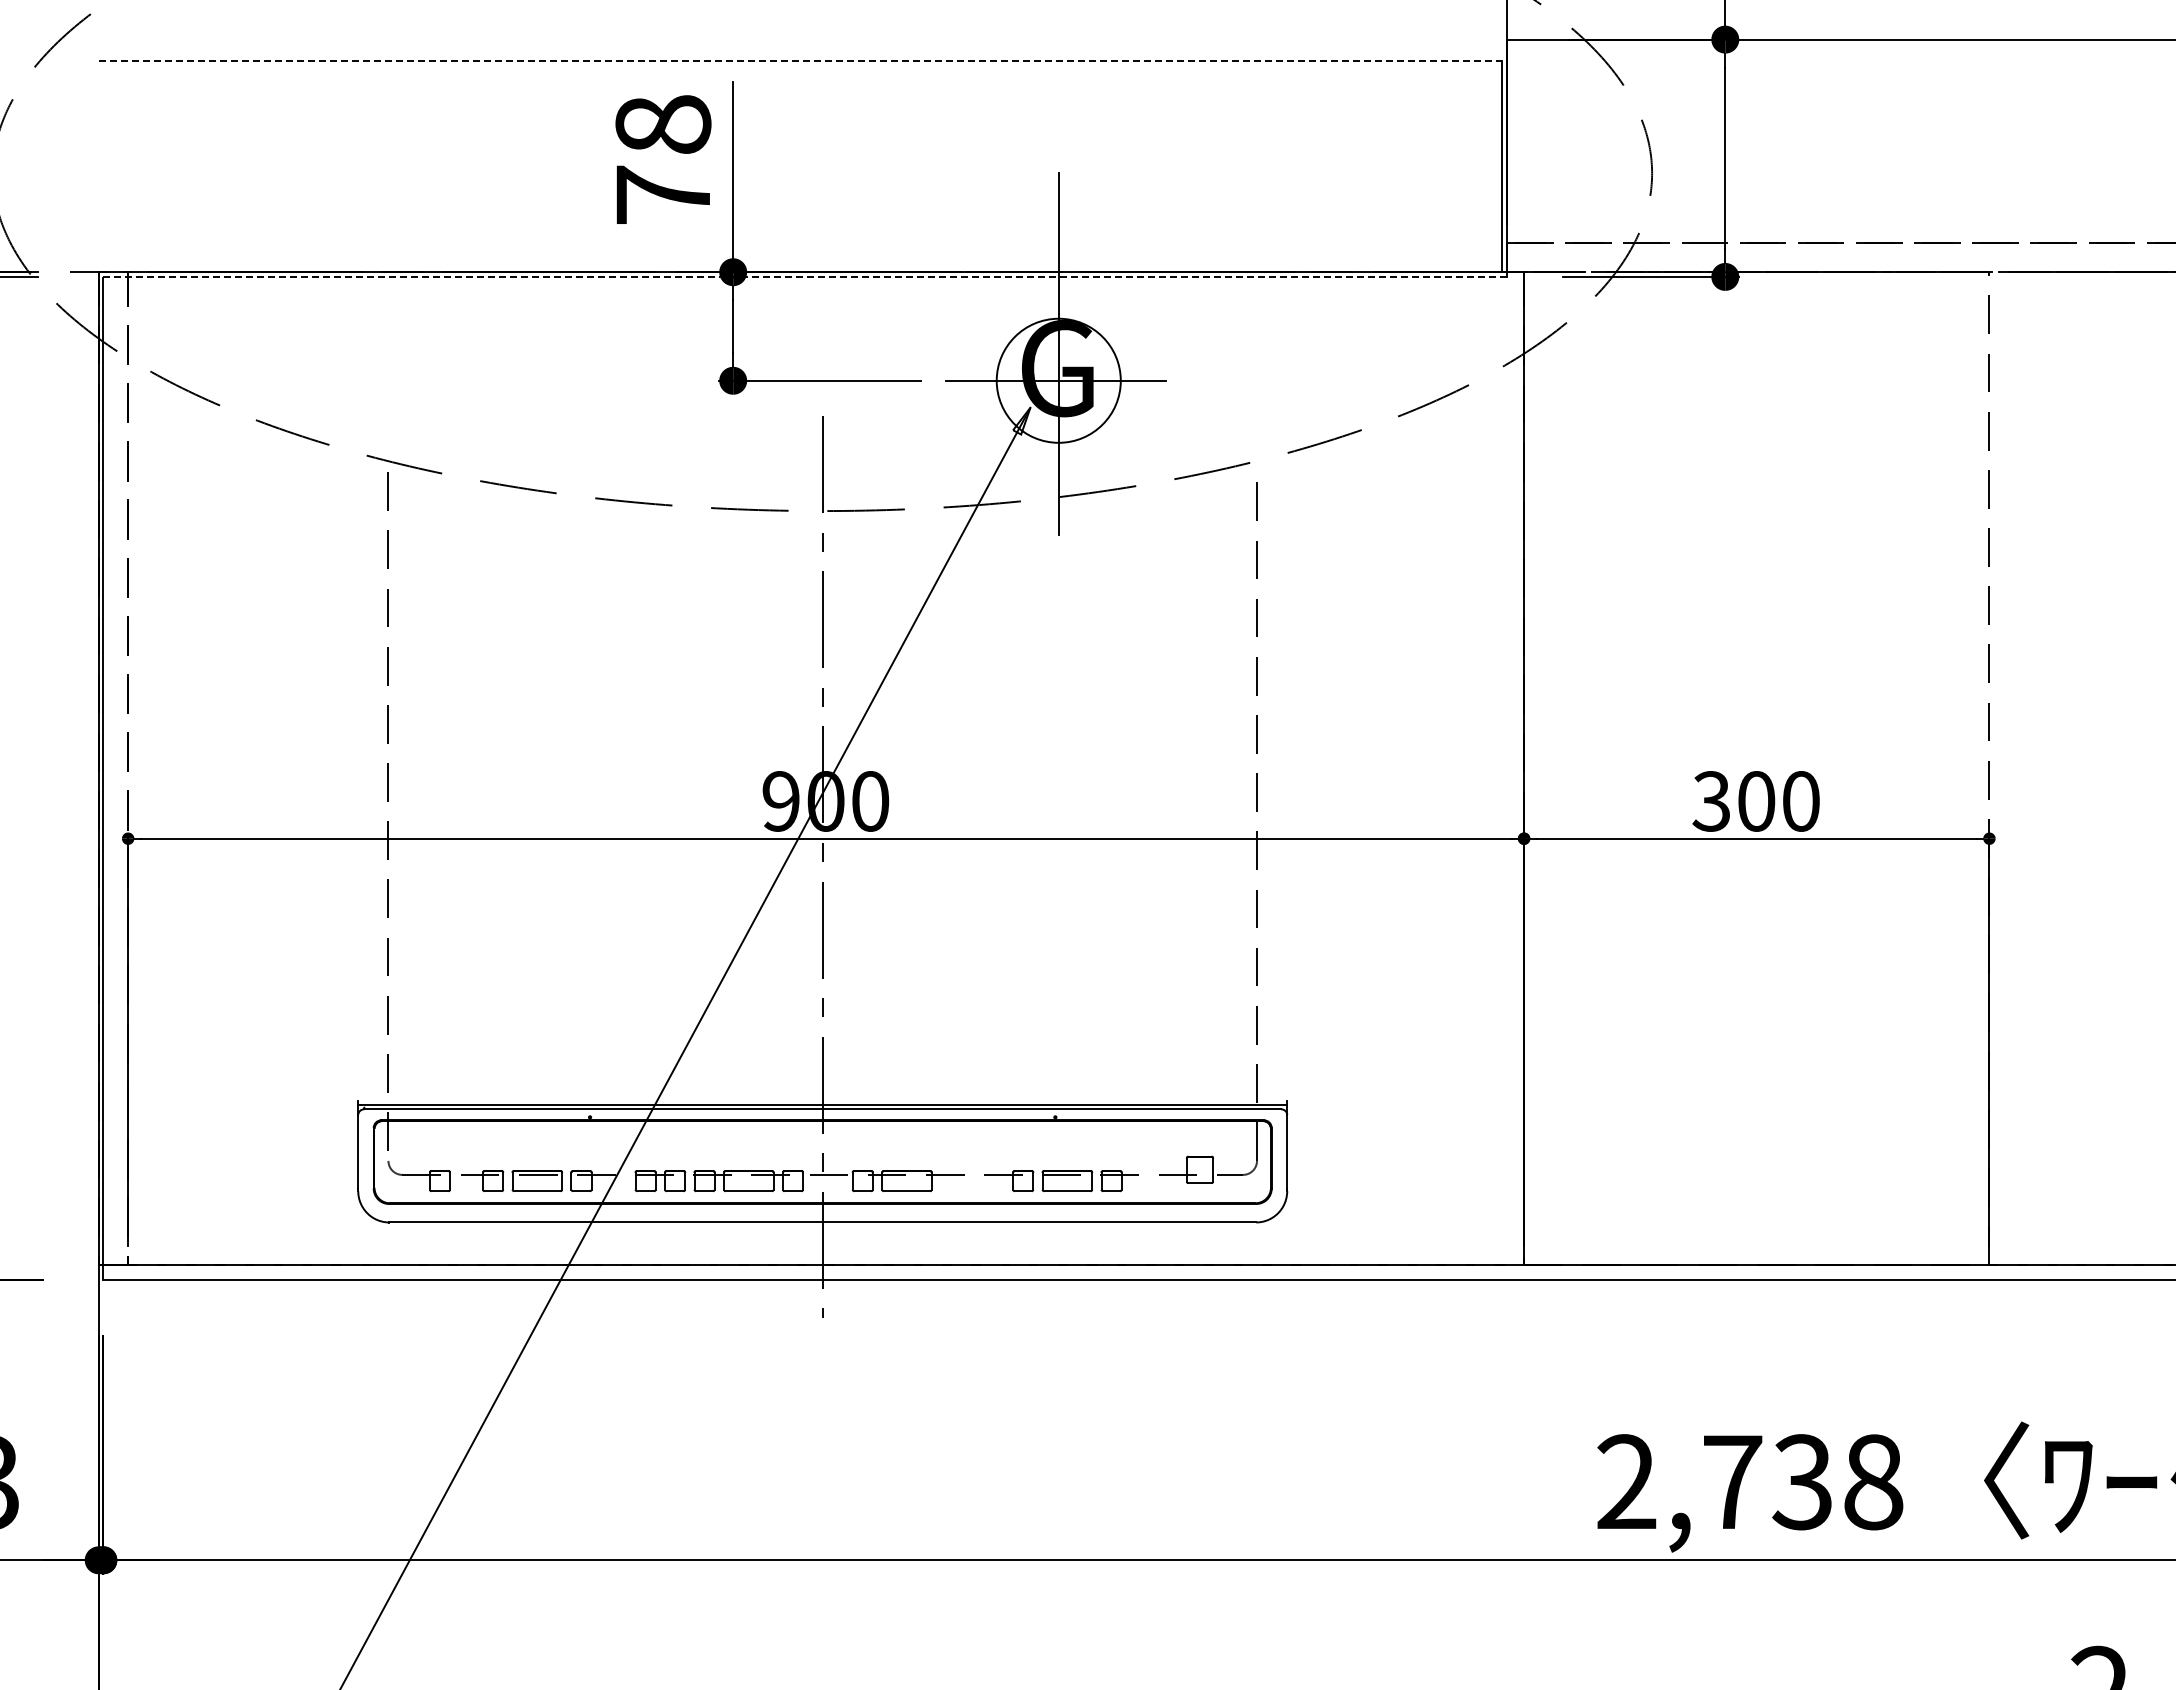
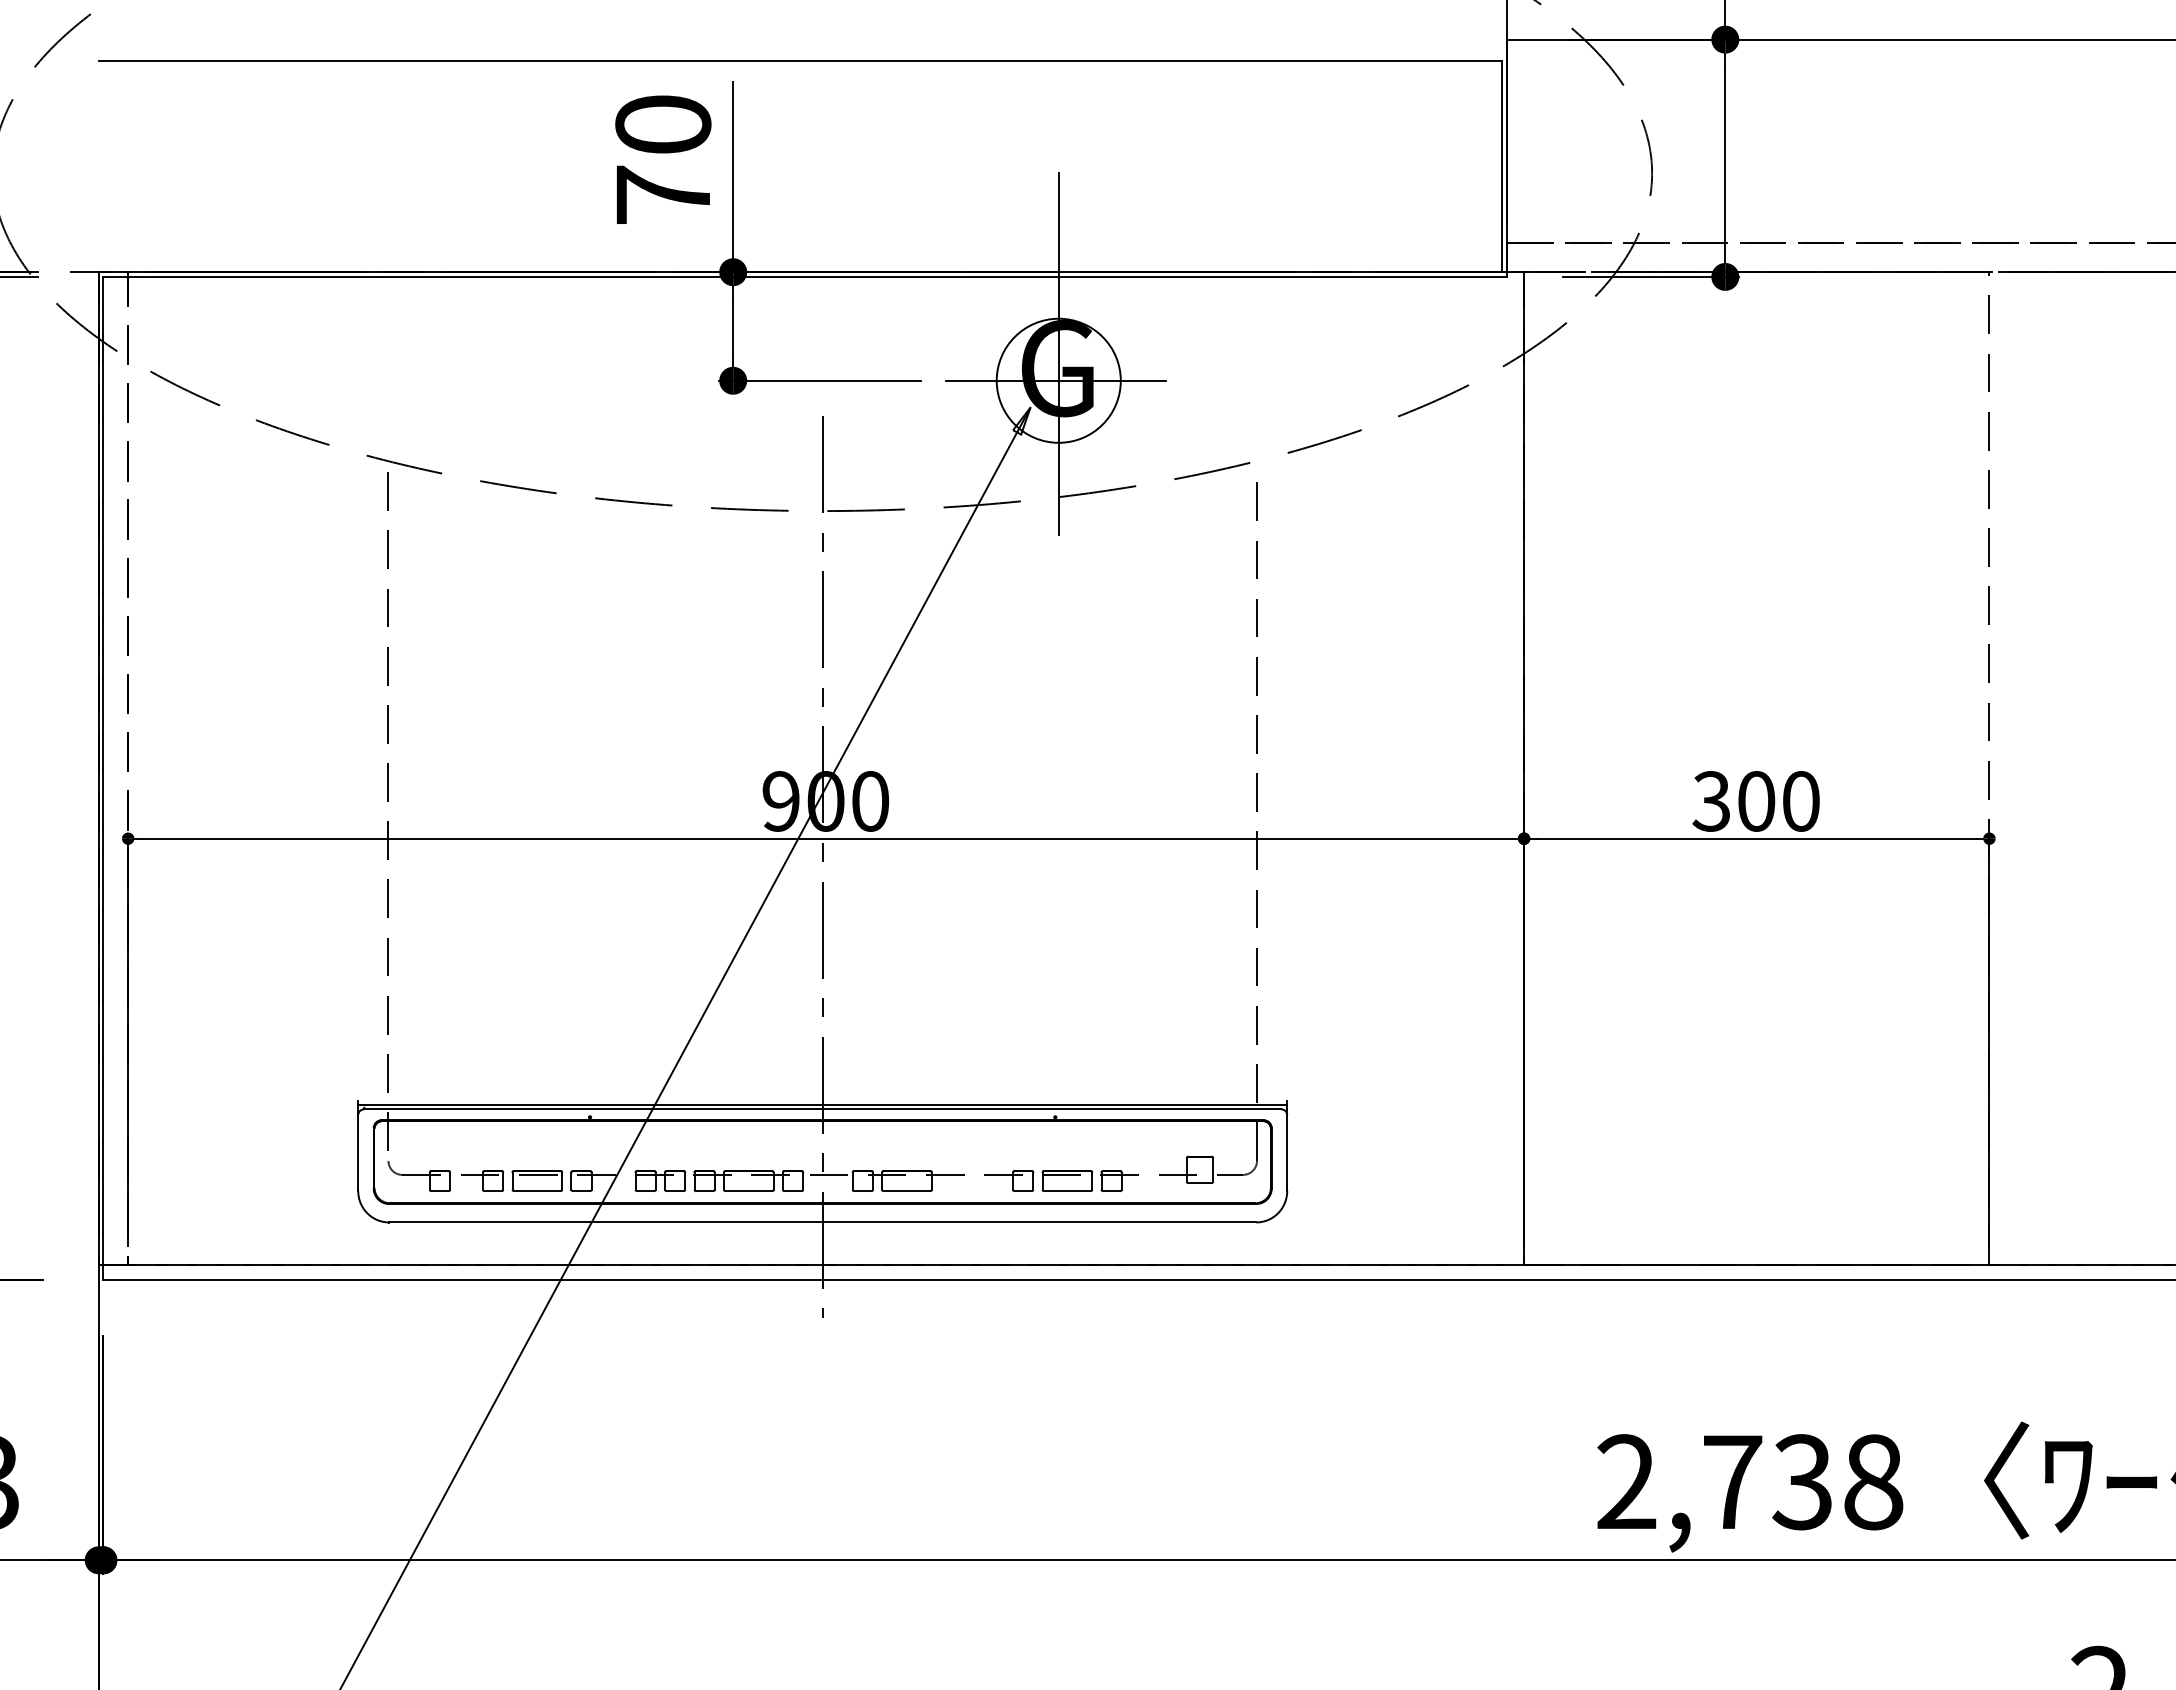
line at (800, 61): dashed -> solid
text at (663, 124): 78 -> 70
line at (805, 276): dashed -> solid
